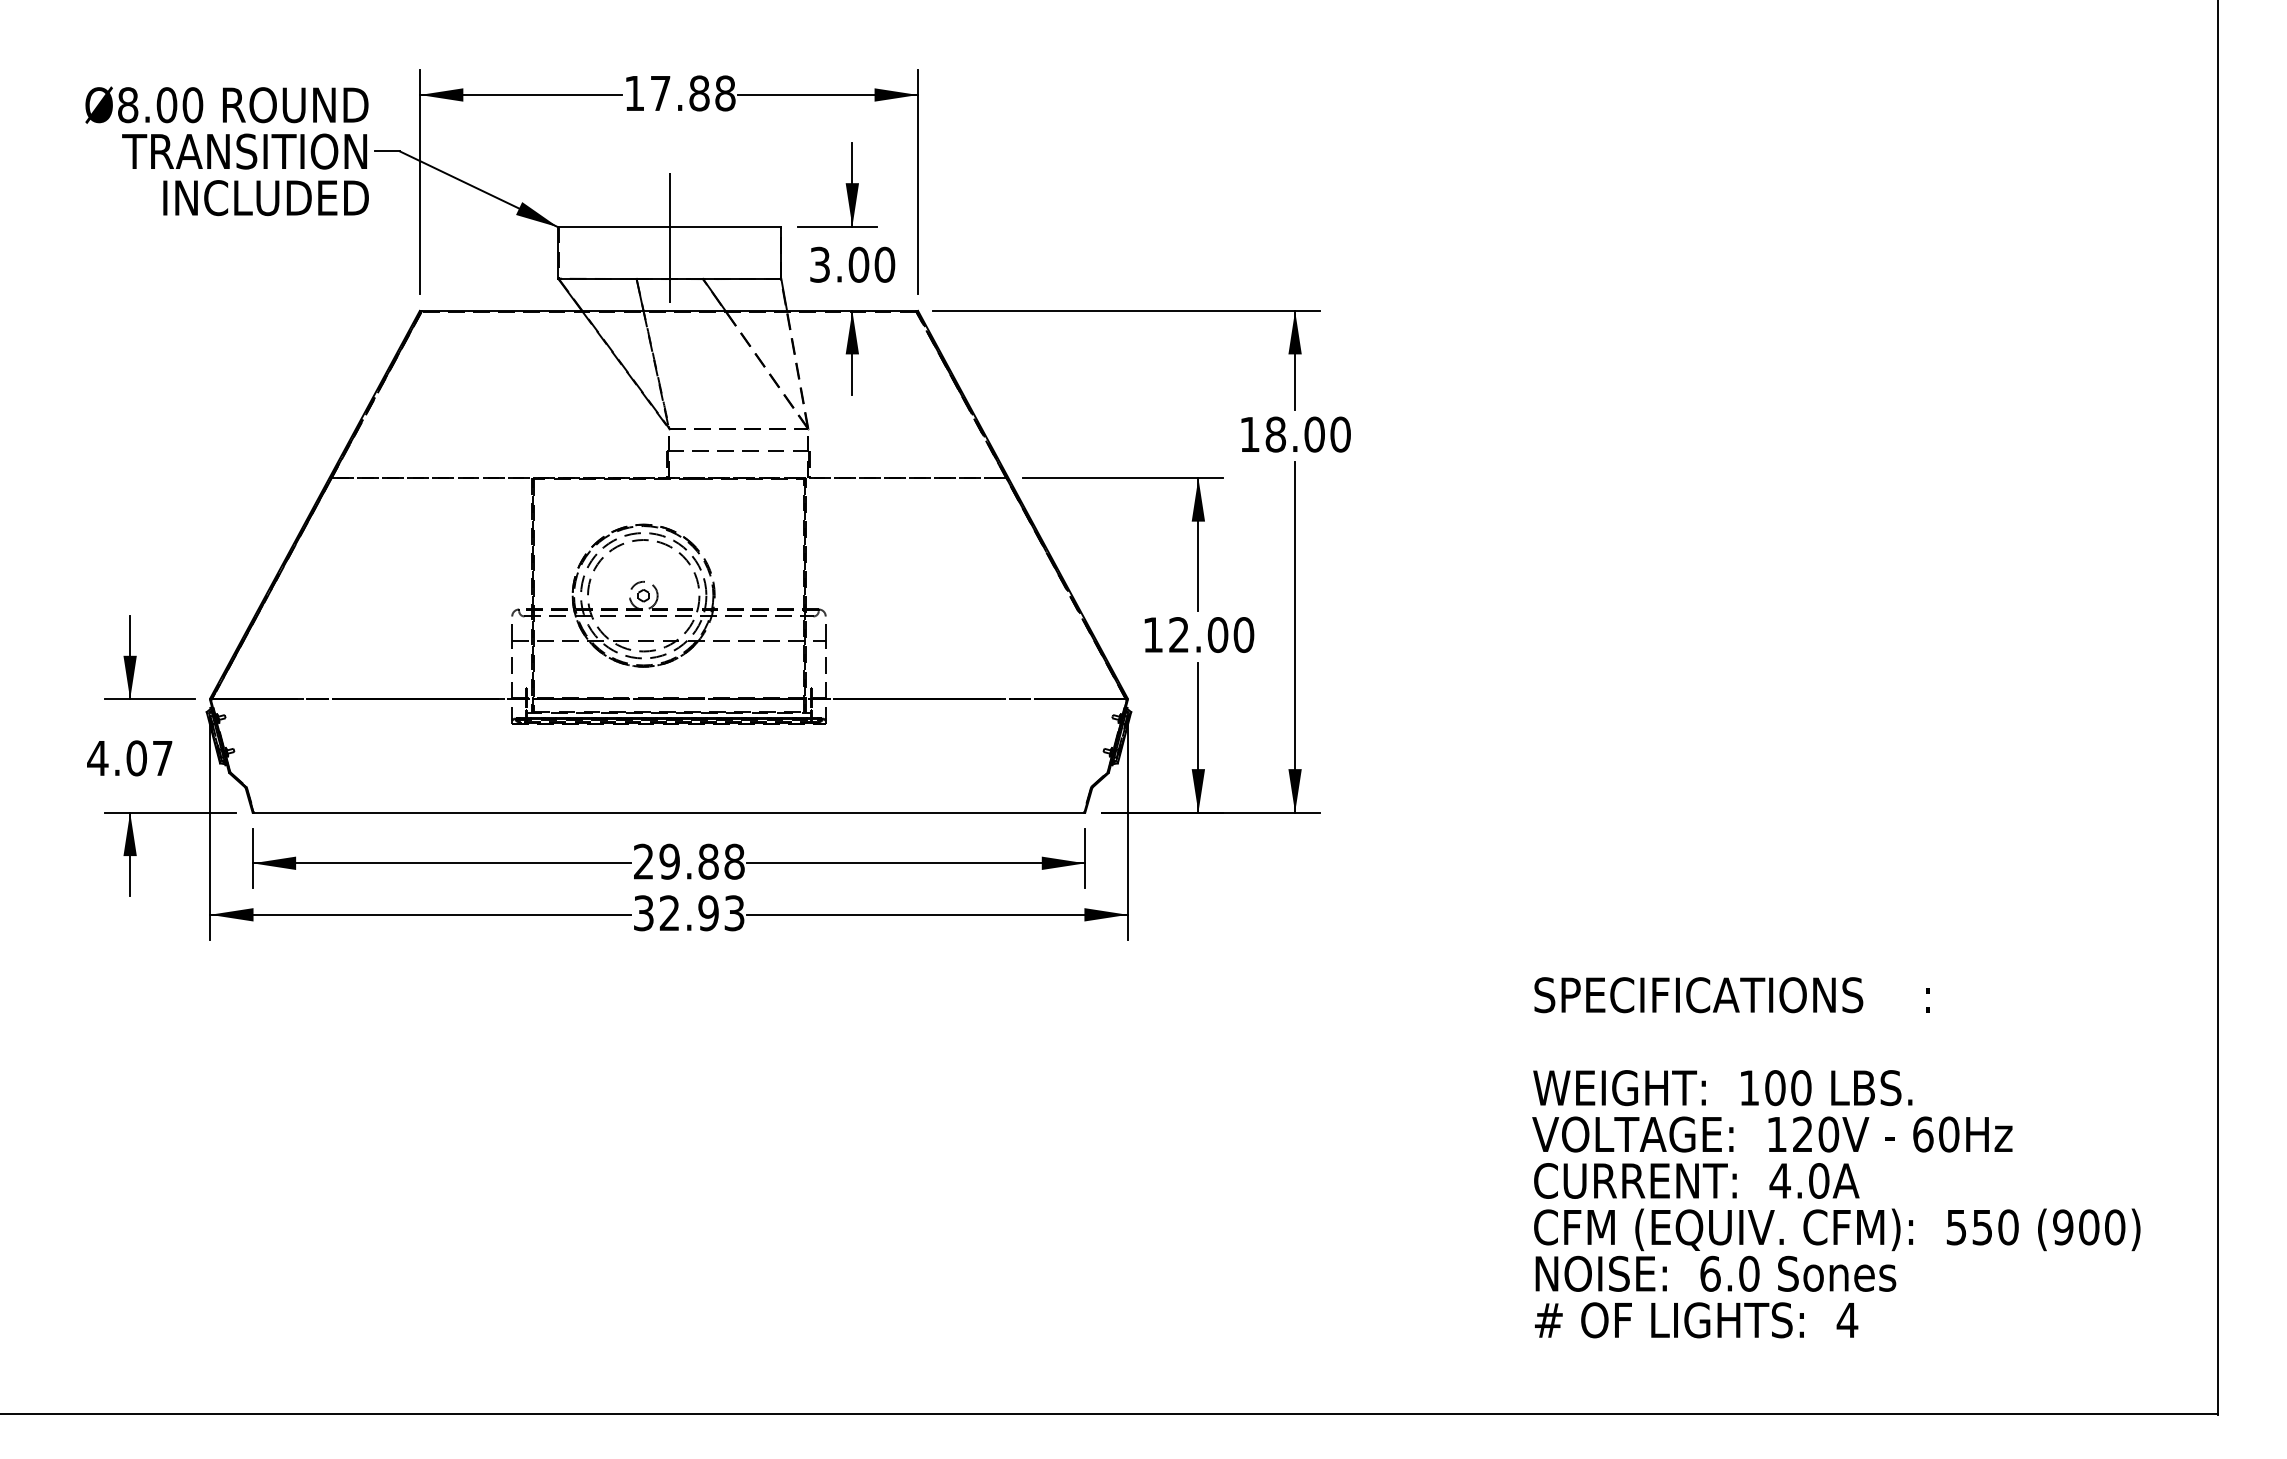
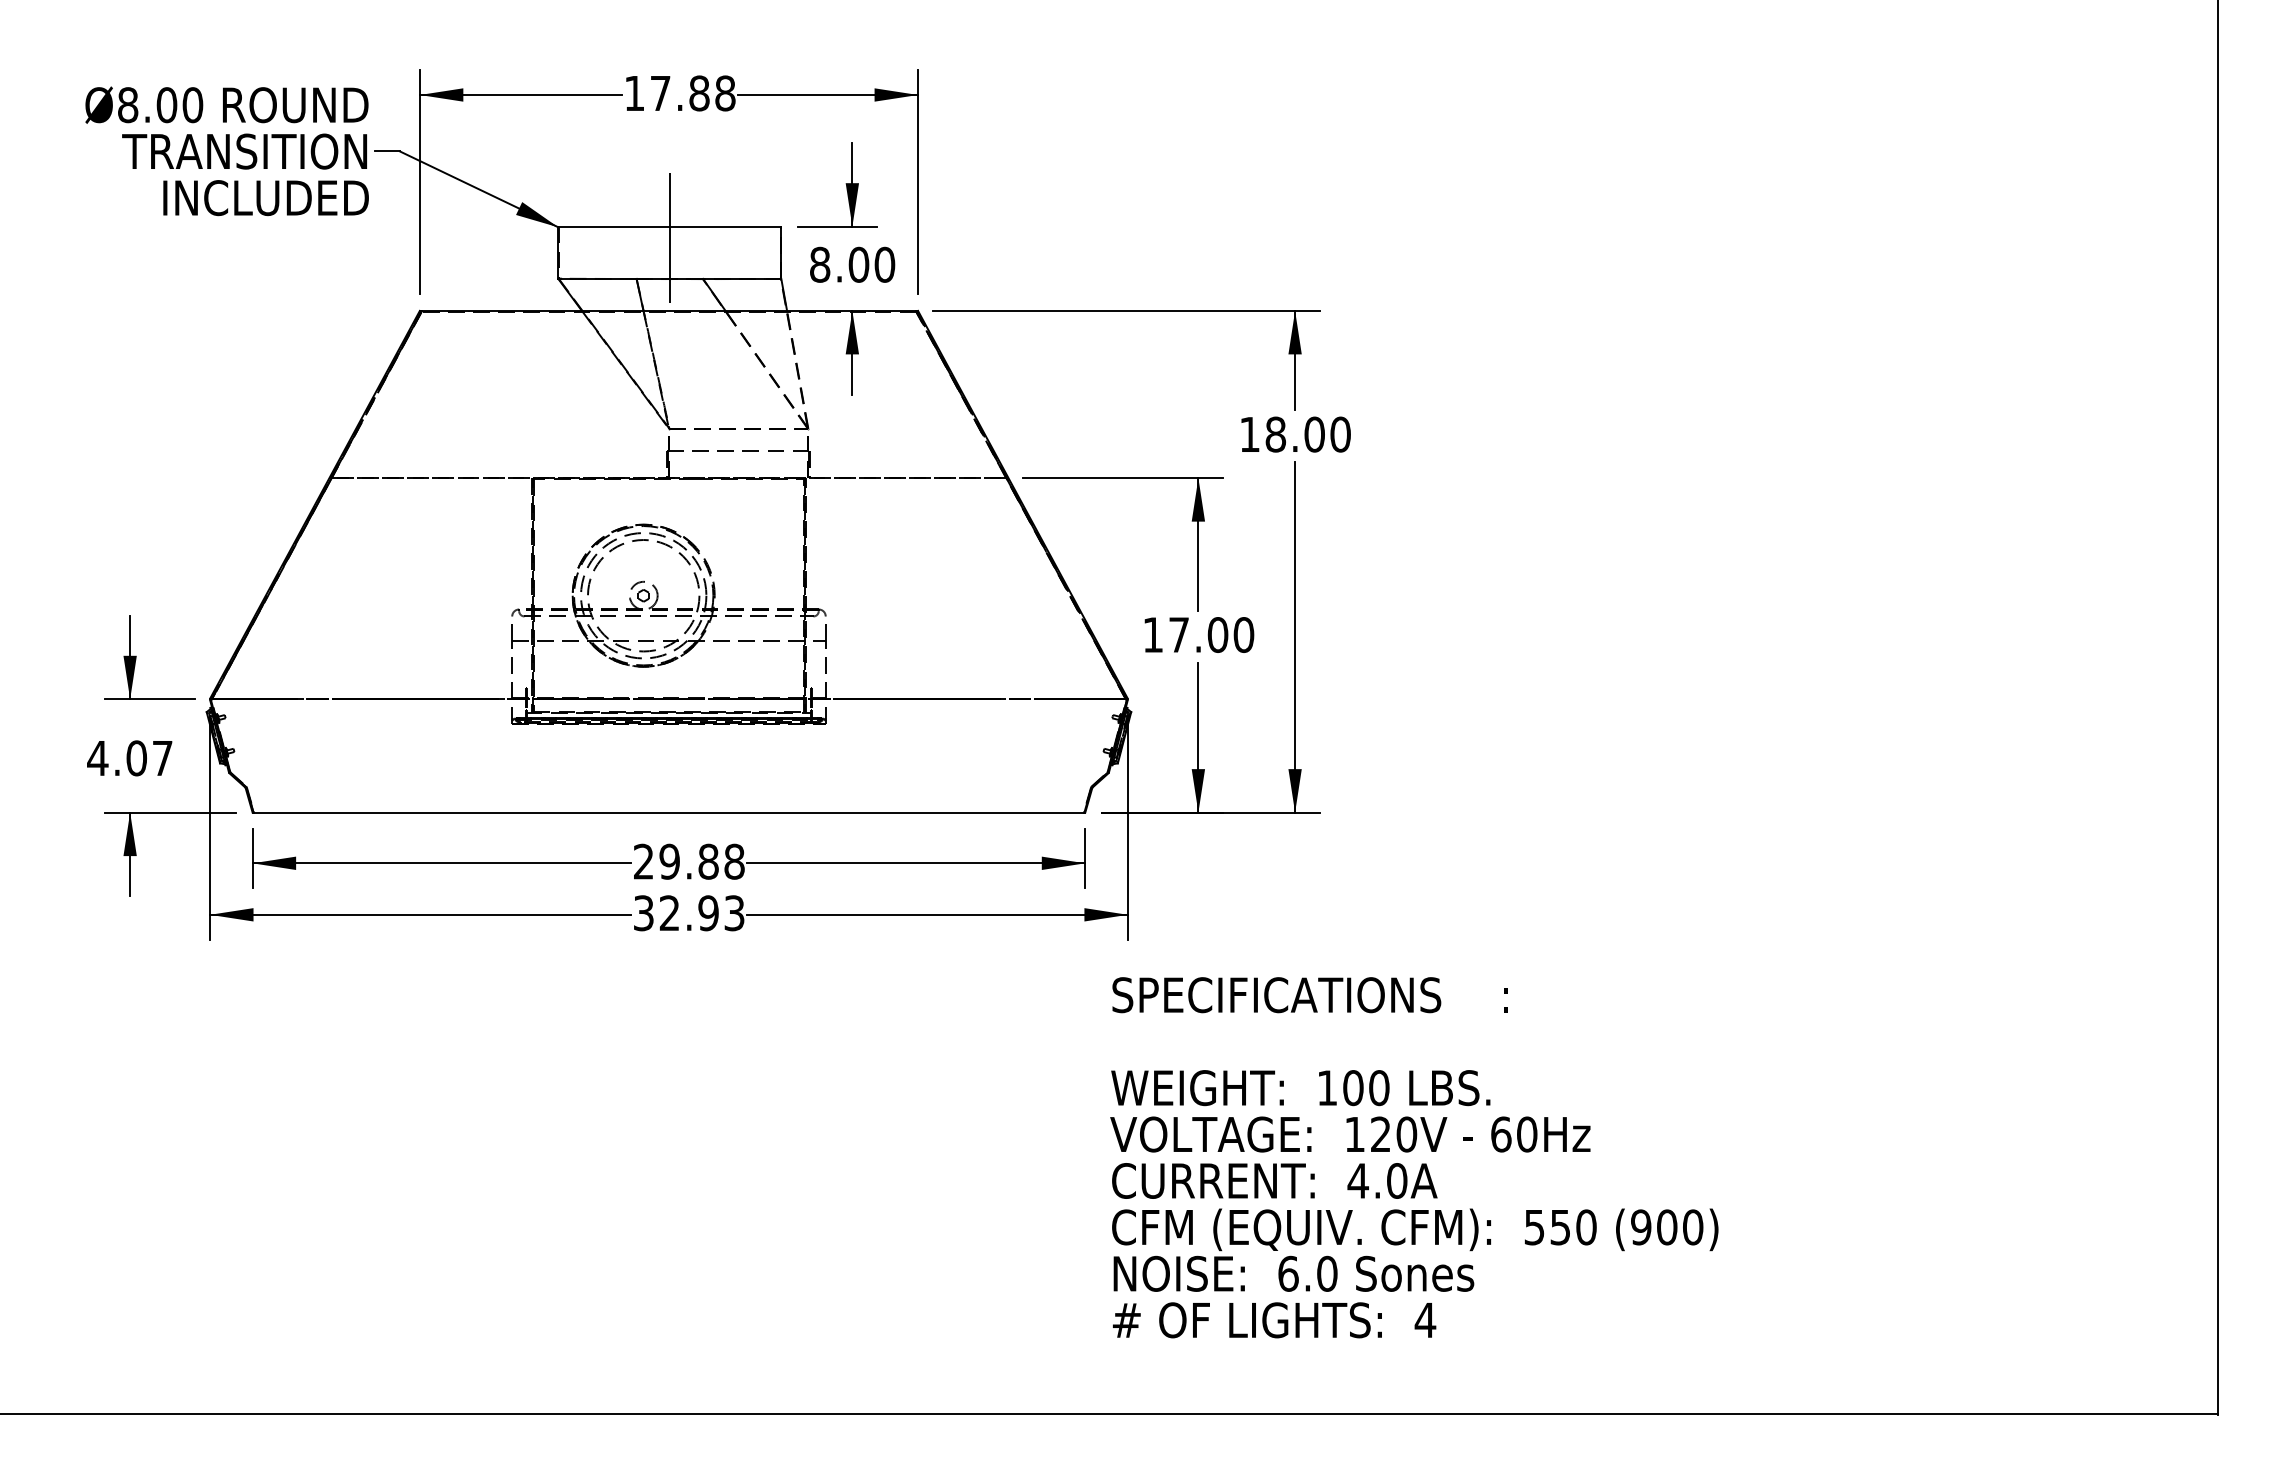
text at (820, 264): 3.00 -> 8.00
text at (1178, 634): 12.00 -> 17.00
text at (1836, 1157) position: (1836, 1157) -> (1414, 1157)
